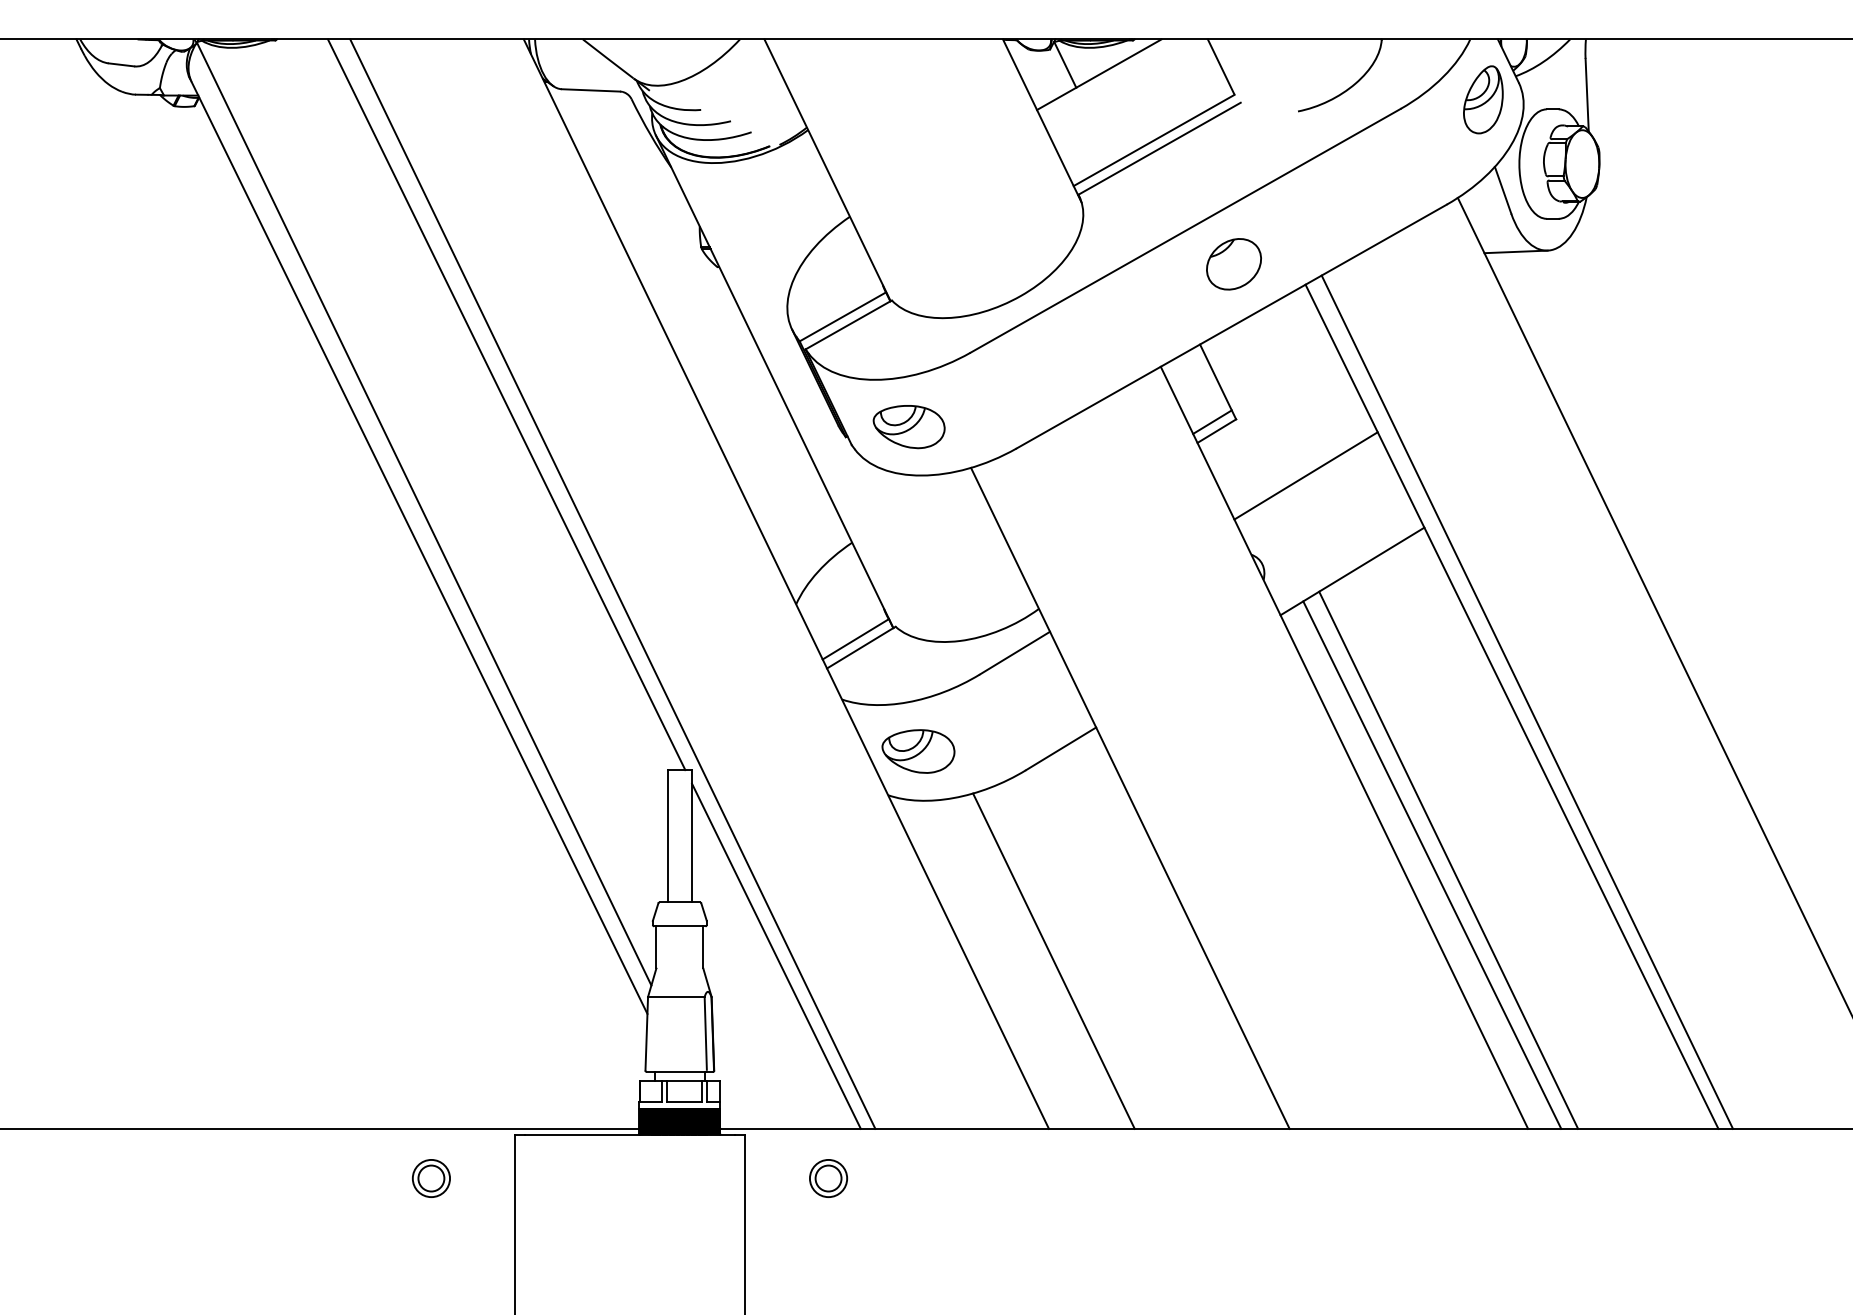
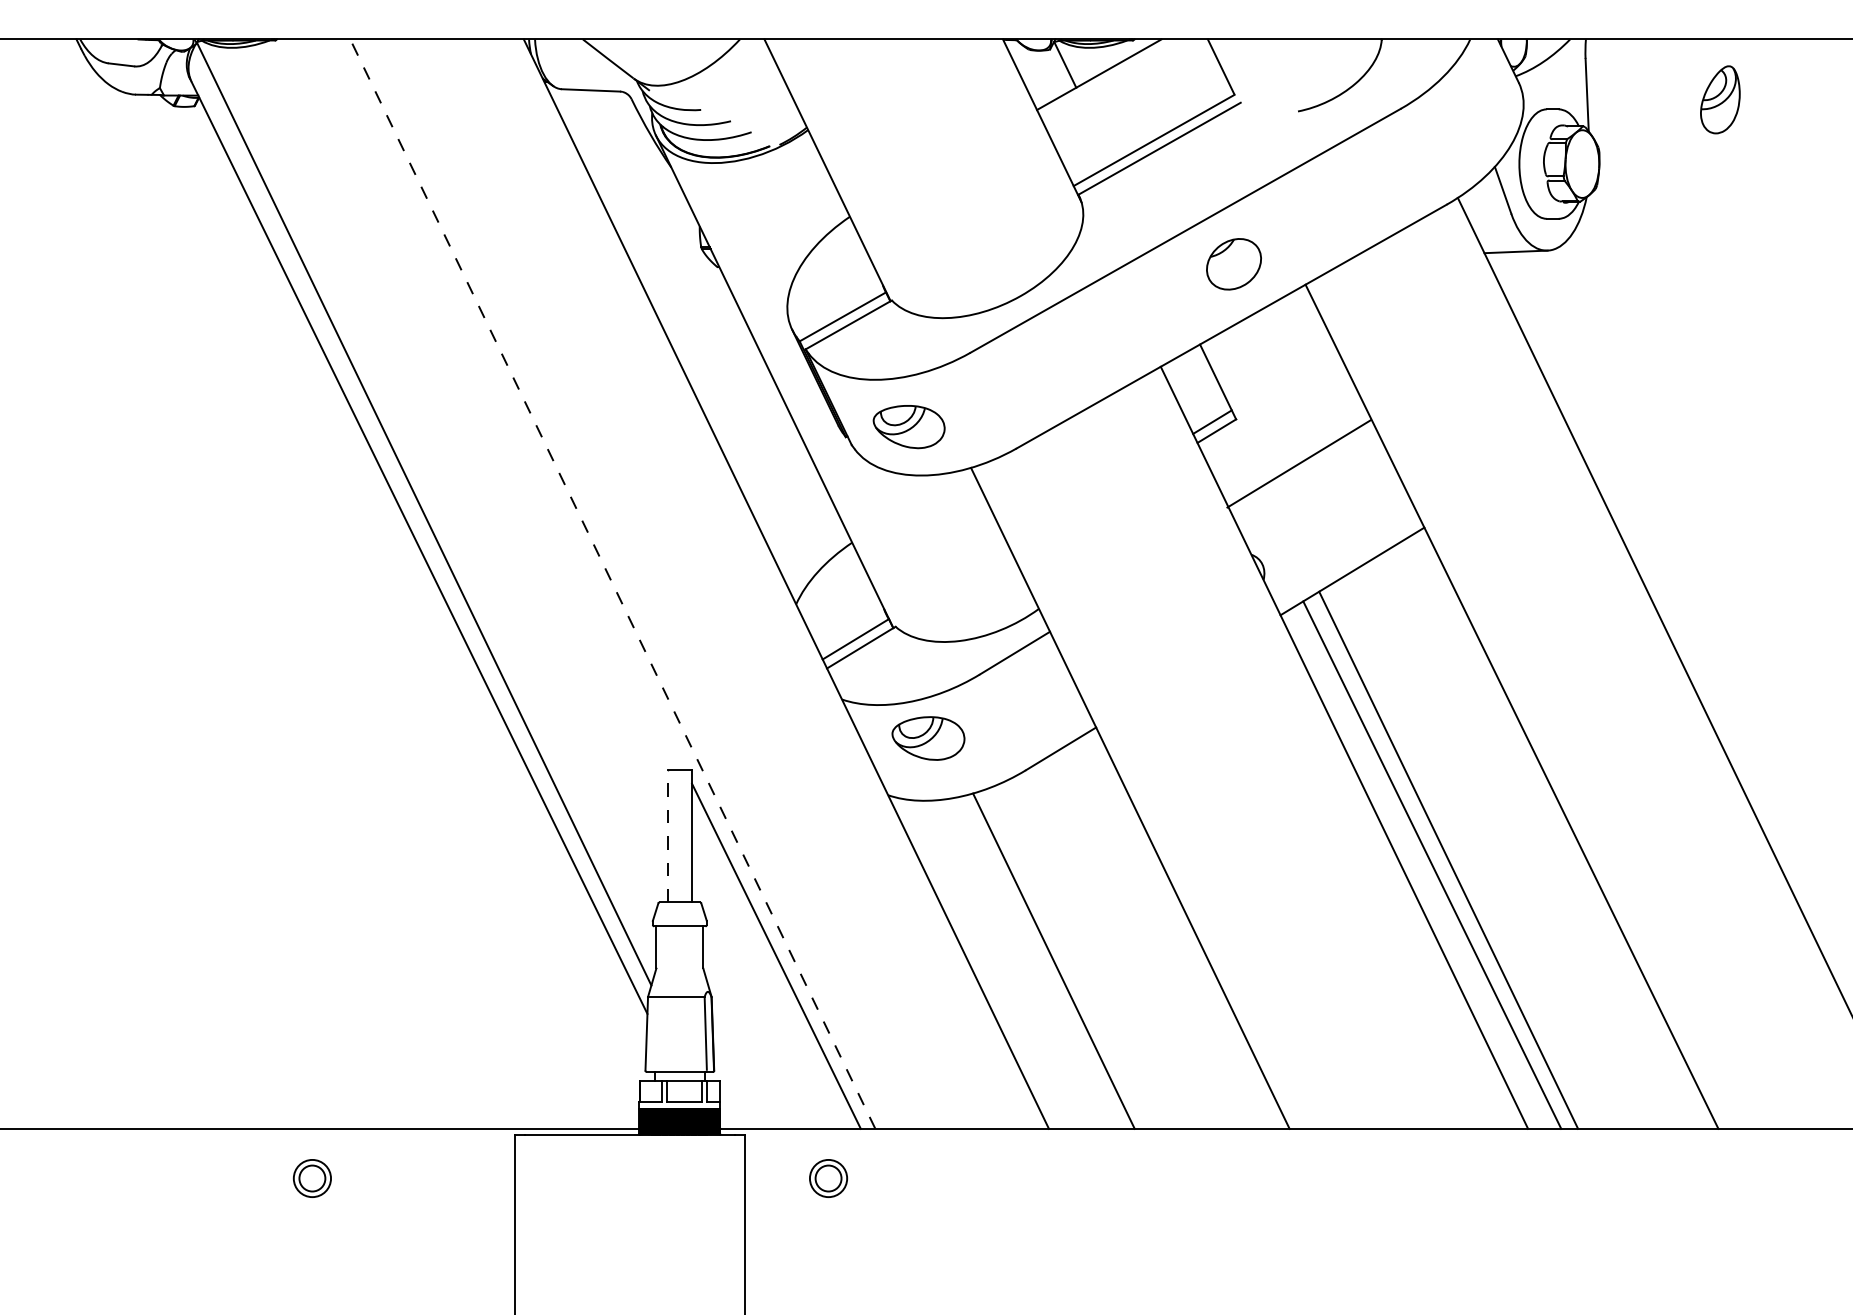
part at (1483, 99) position: (1483, 99) -> (1720, 99)
line at (506, 404): present -> none
line at (1305, 475) position: (1305, 475) -> (1298, 463)
line at (612, 584): solid -> dashed
line at (1527, 701): present -> none
part at (918, 751) position: (918, 751) -> (928, 738)
line at (667, 835): solid -> dashed
part at (430, 1178) position: (430, 1178) -> (311, 1178)
